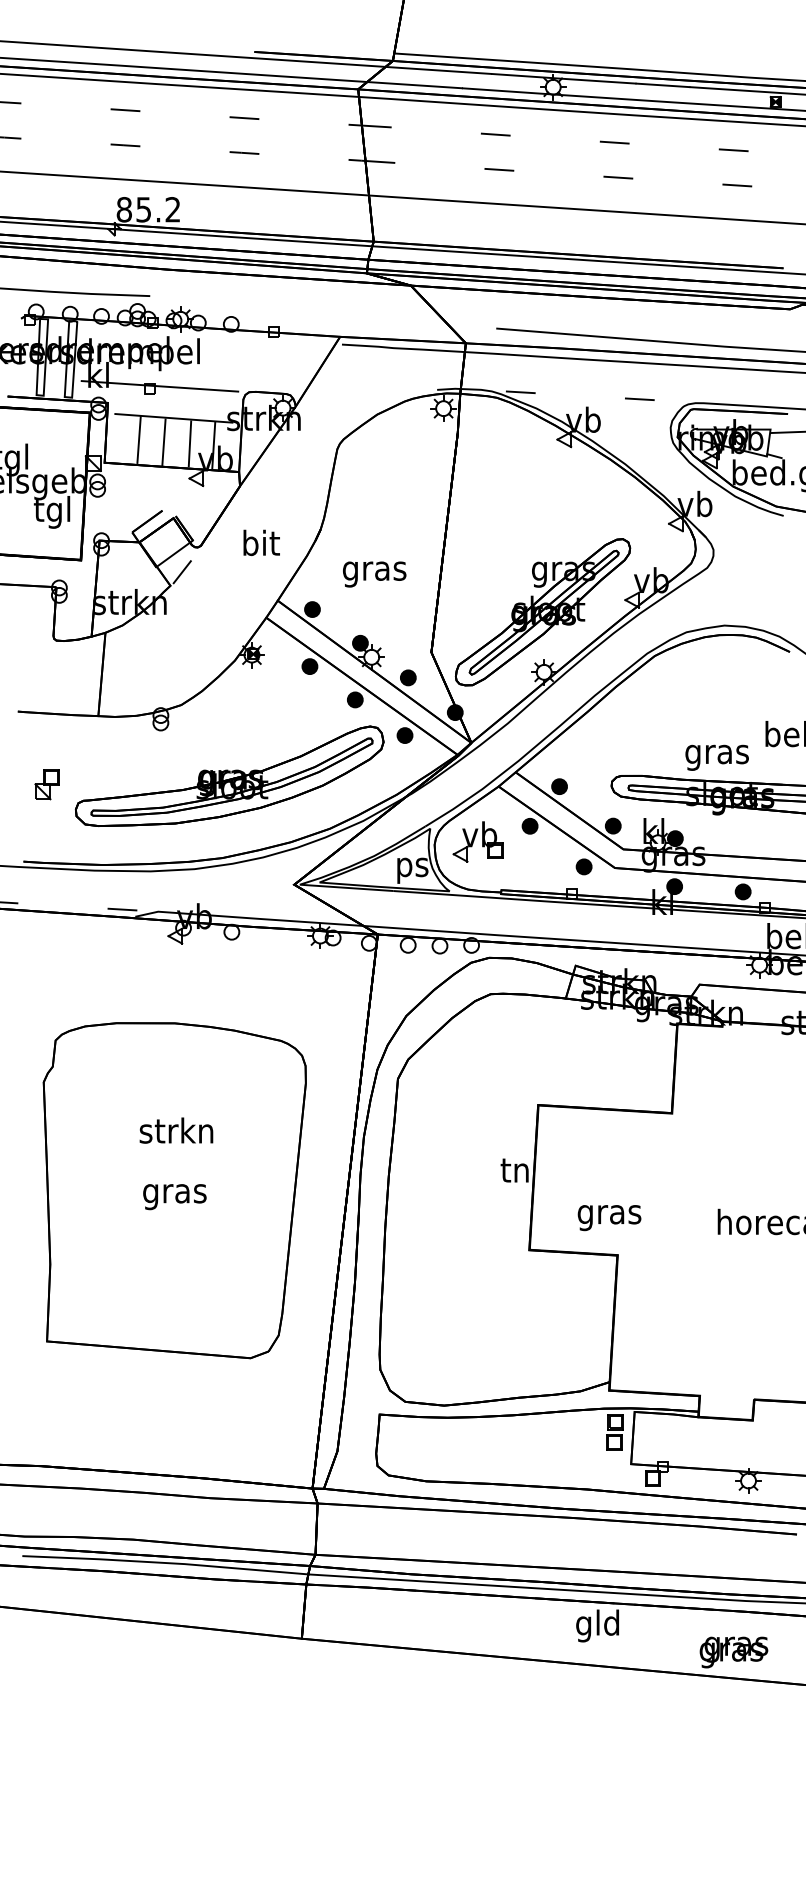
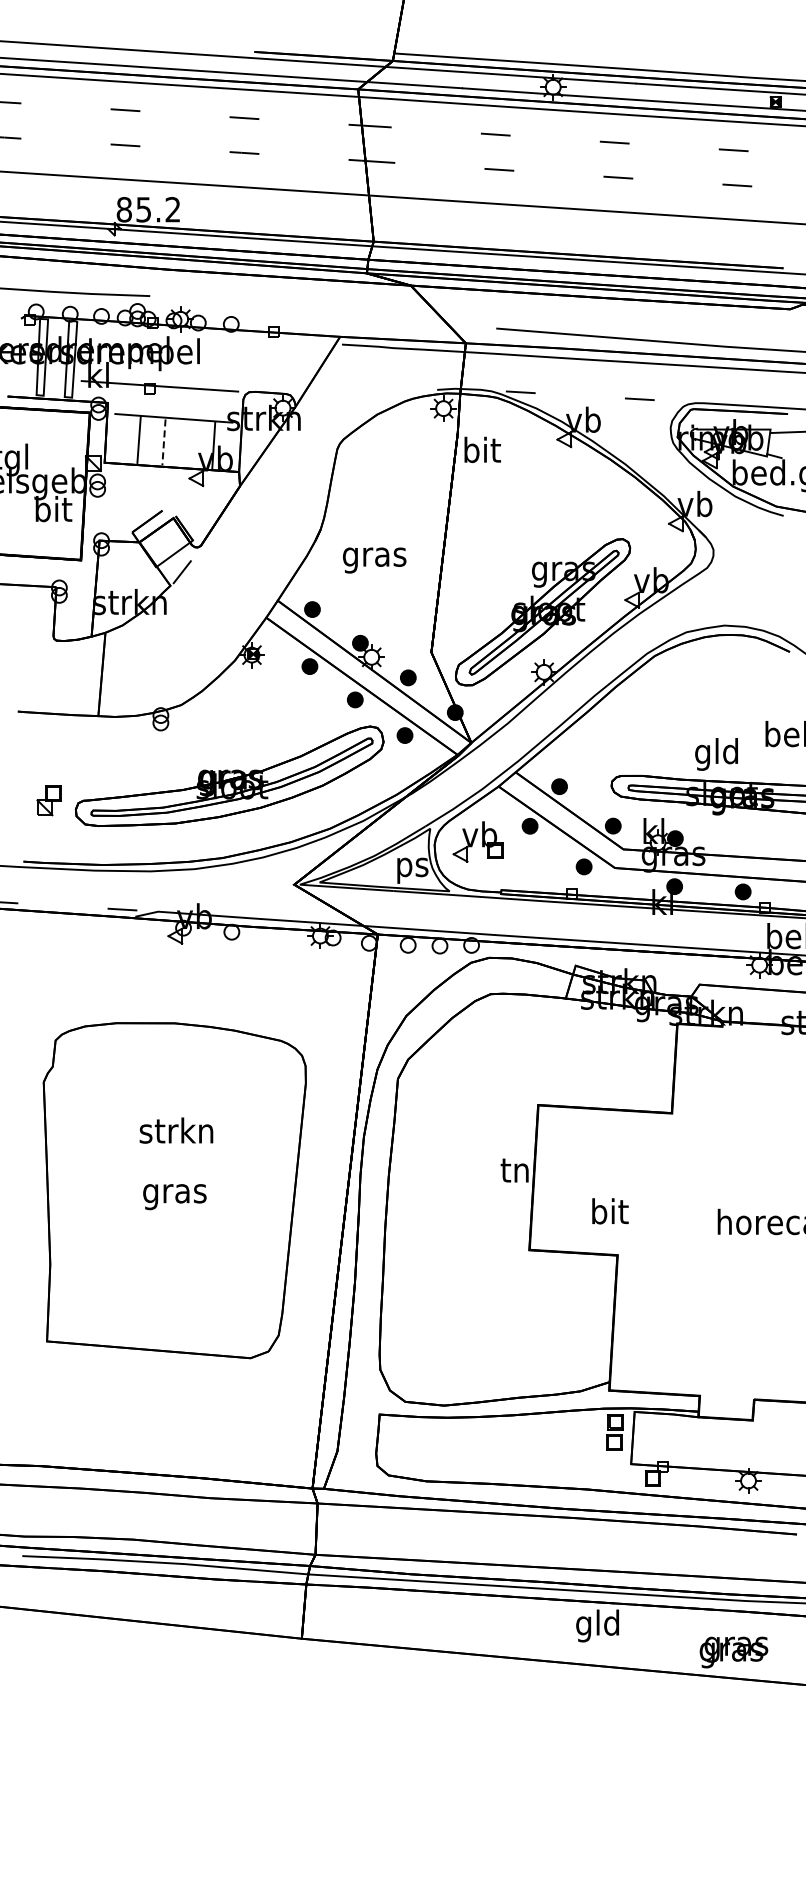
line at (163, 442): solid -> dashed
line at (189, 443): present -> none
text at (52, 512): tgl -> bit
text at (261, 542) position: (261, 542) -> (482, 449)
text at (374, 574) position: (374, 574) -> (374, 560)
text at (716, 754): gras -> gld
part at (46, 784) position: (46, 784) -> (48, 800)
text at (609, 1214): gras -> bit
